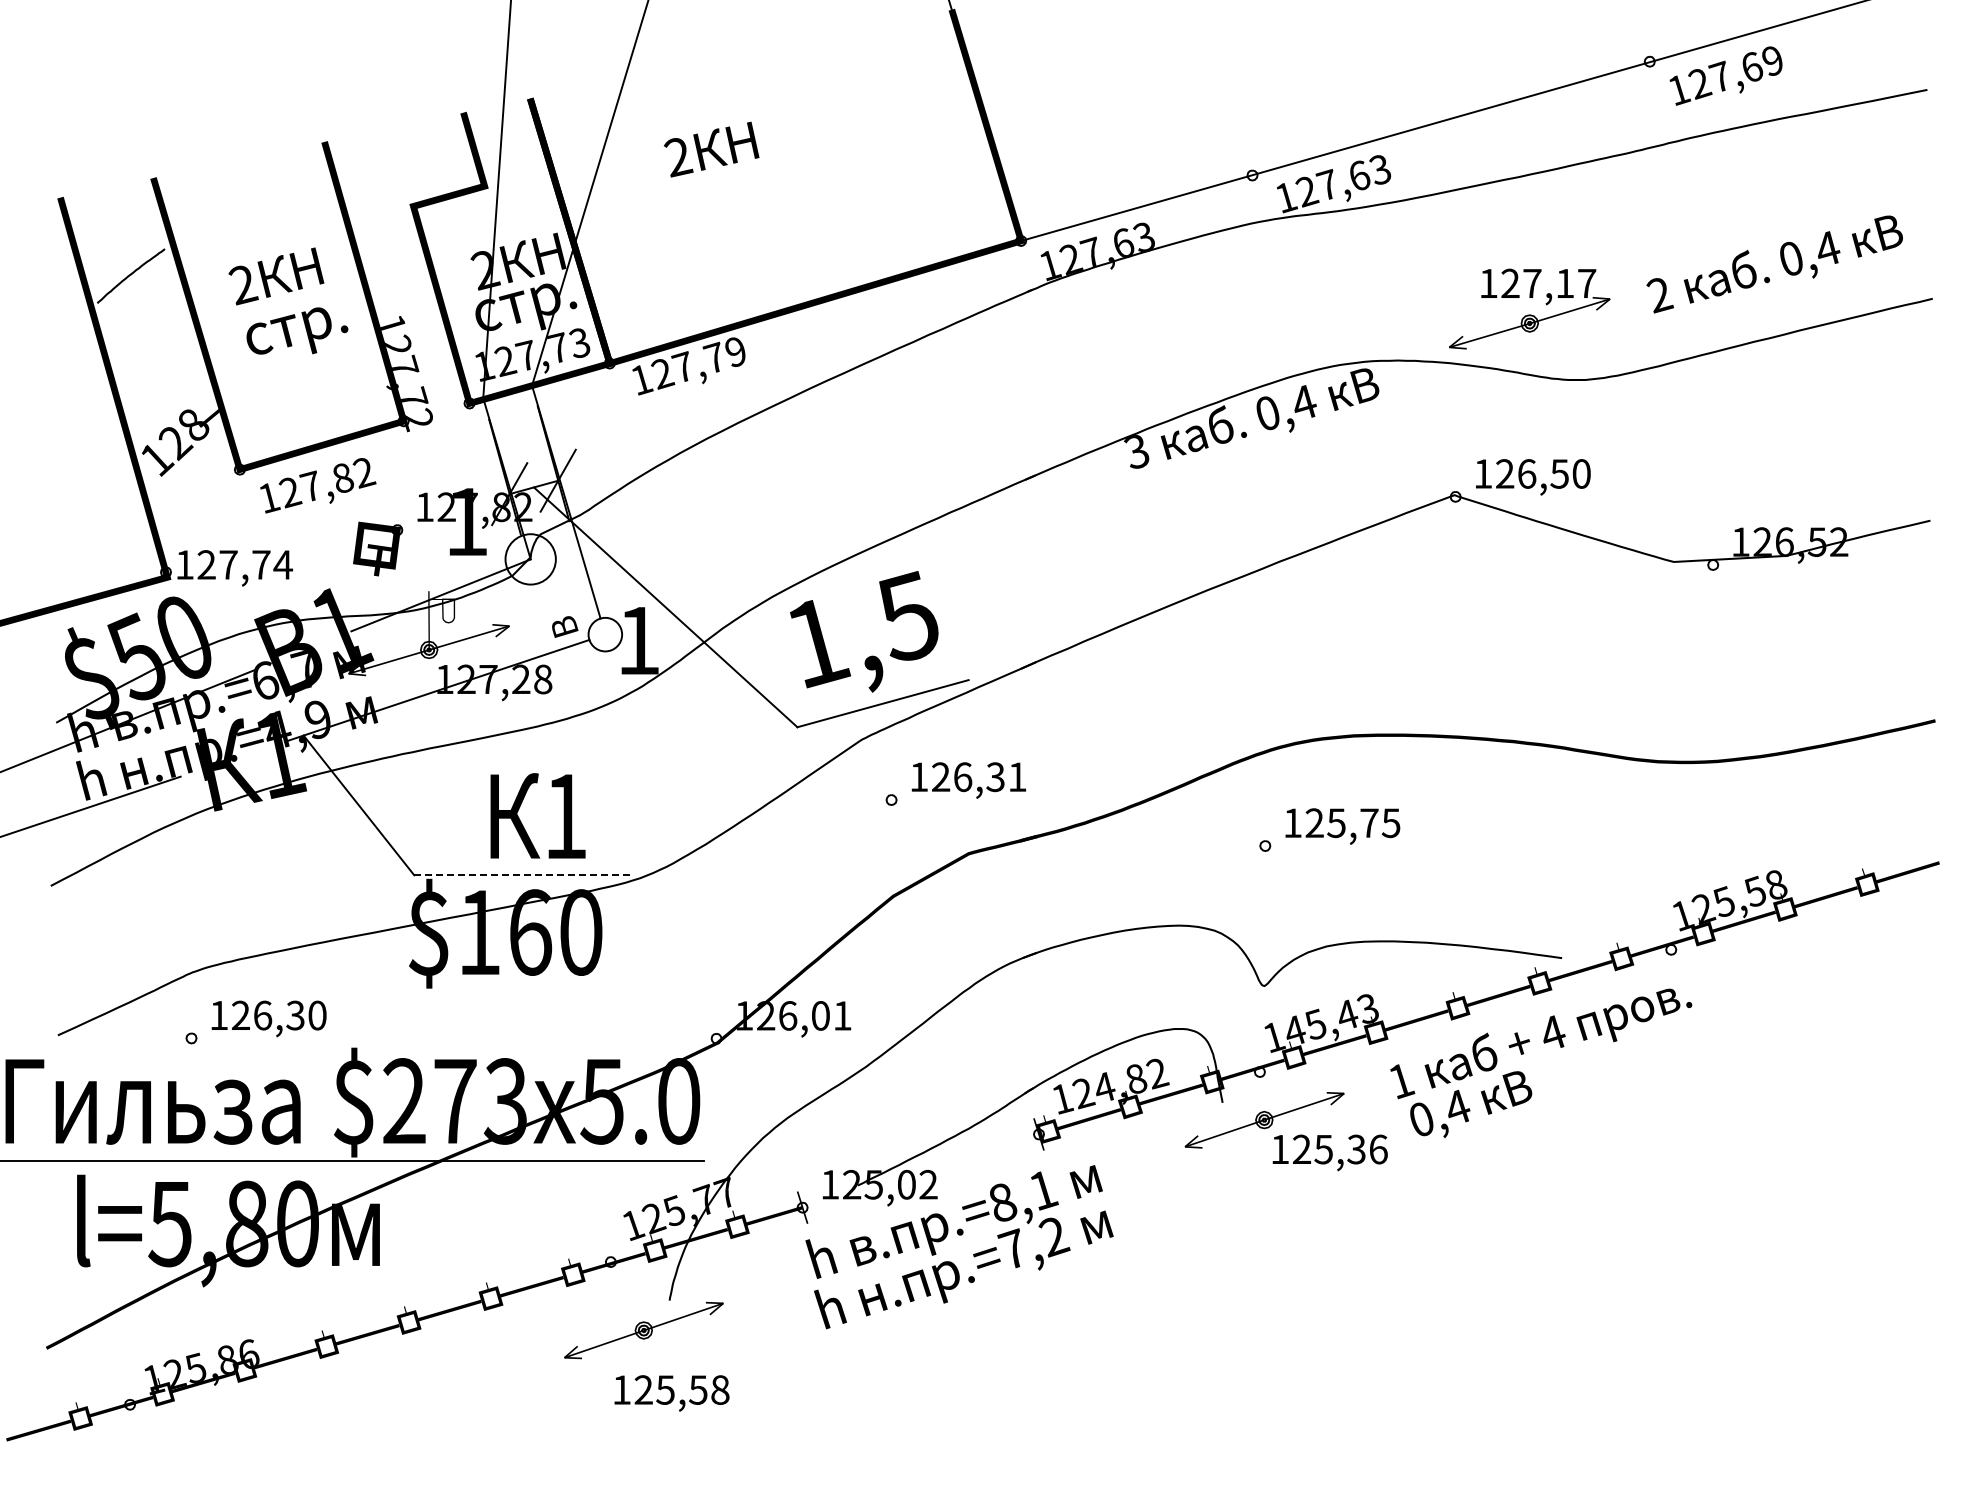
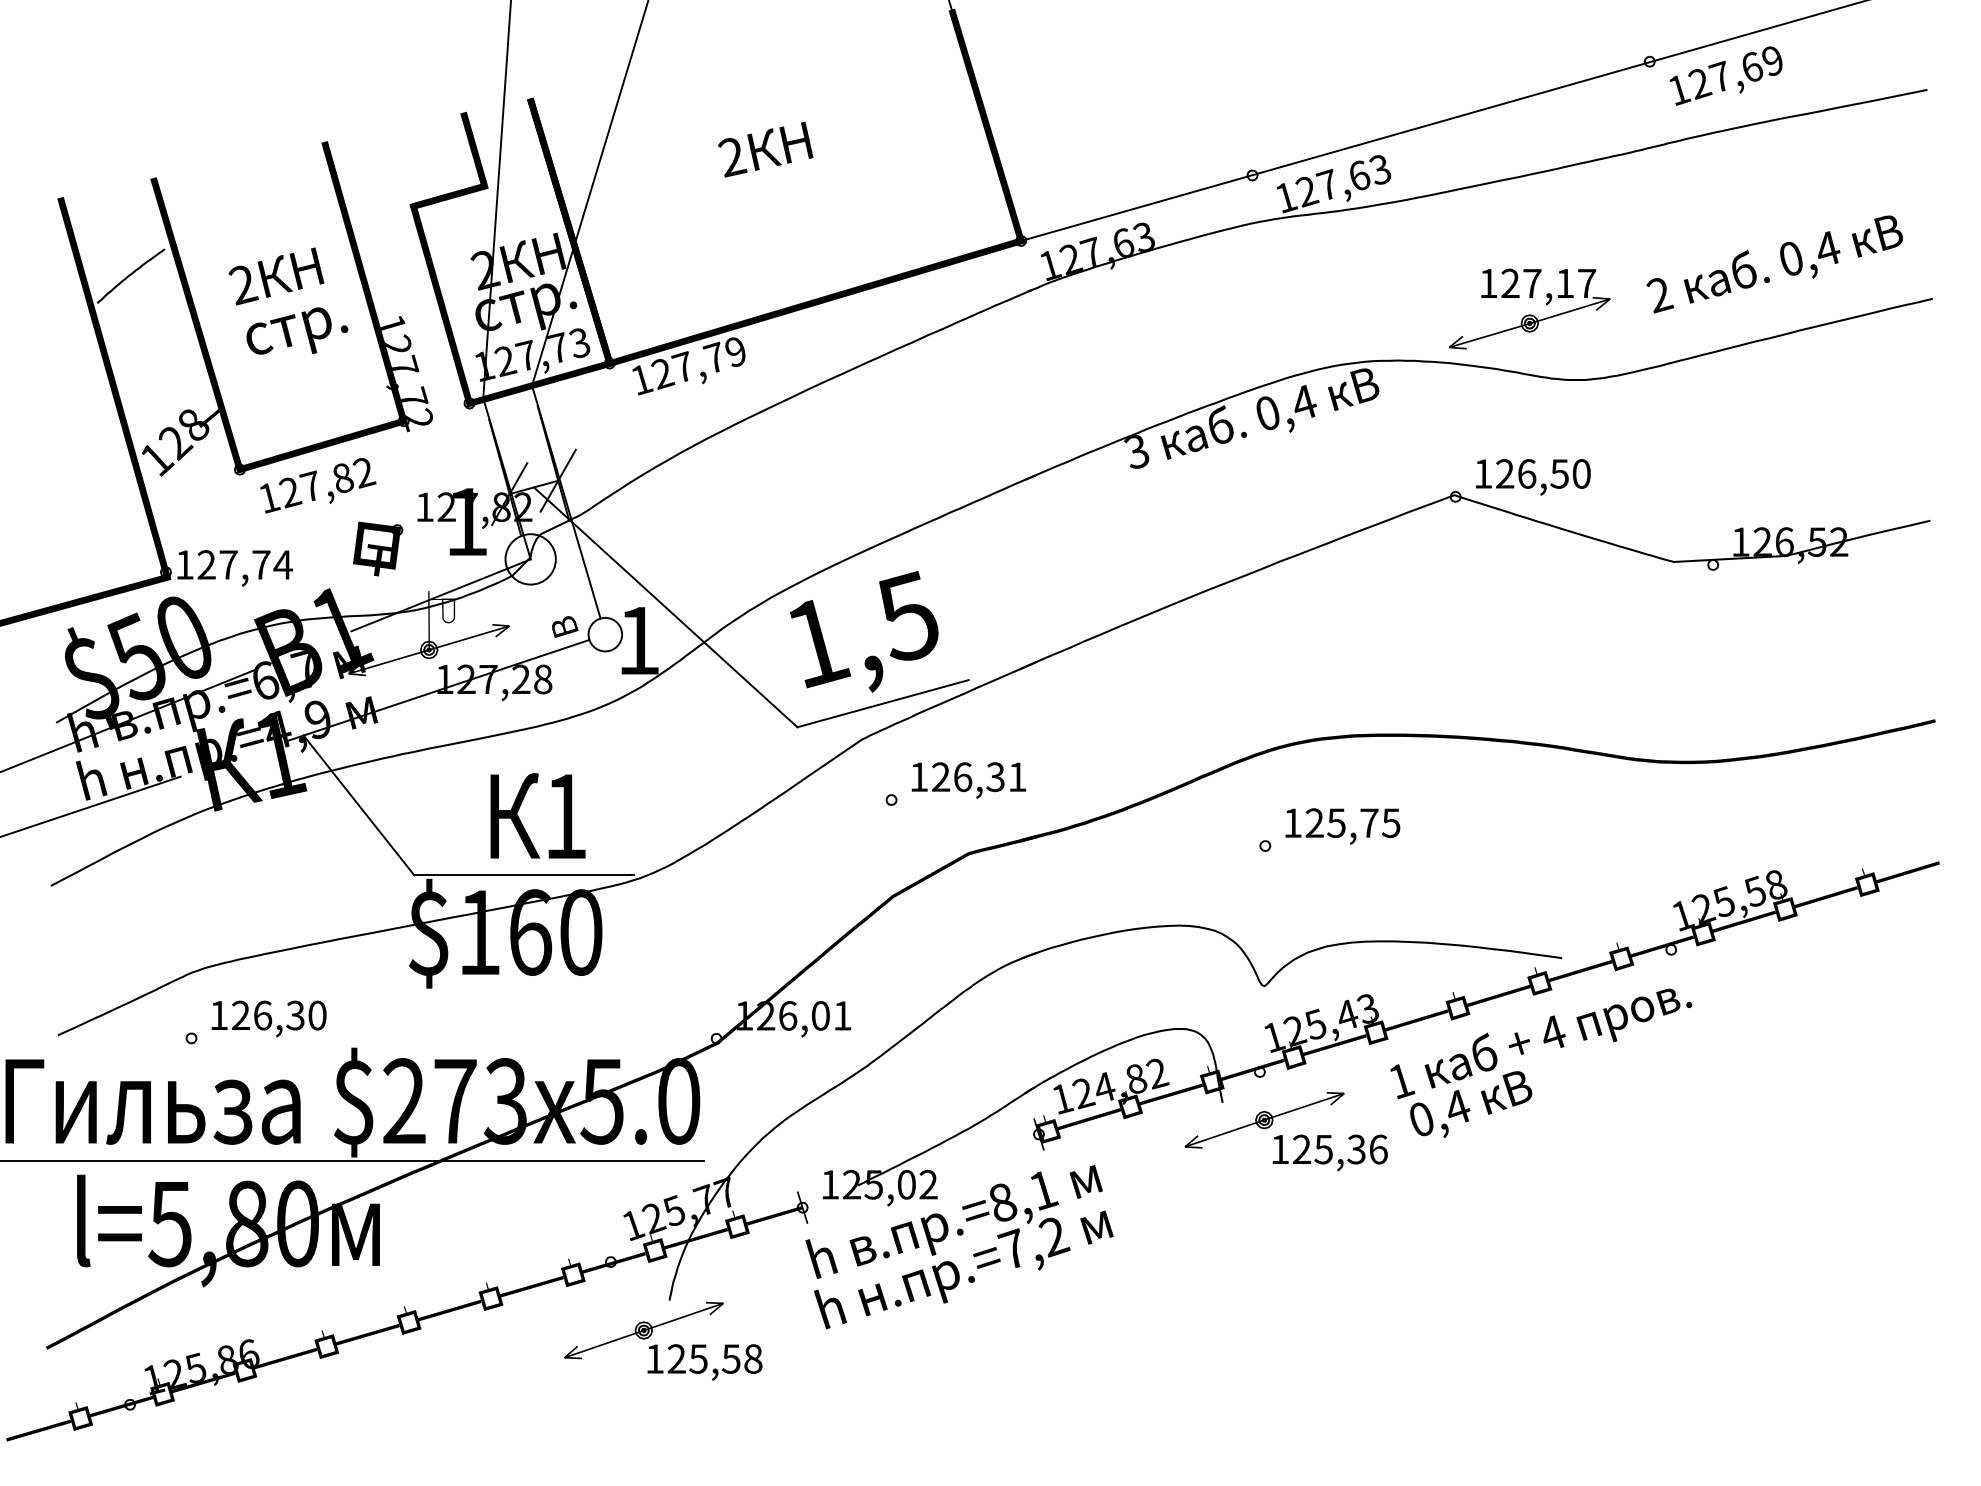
text at (711, 149) position: (711, 149) -> (765, 149)
line at (524, 875): dashed -> solid
text at (1295, 1031): 145,43 -> 125,43
text at (671, 1393) position: (671, 1393) -> (704, 1362)
